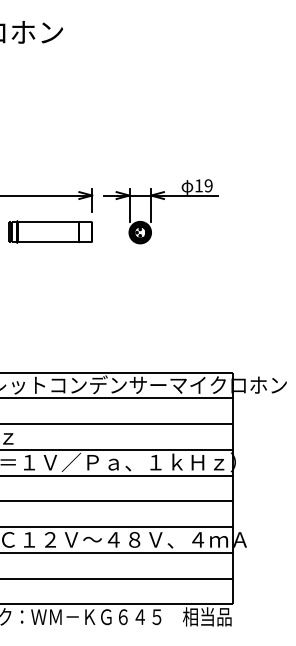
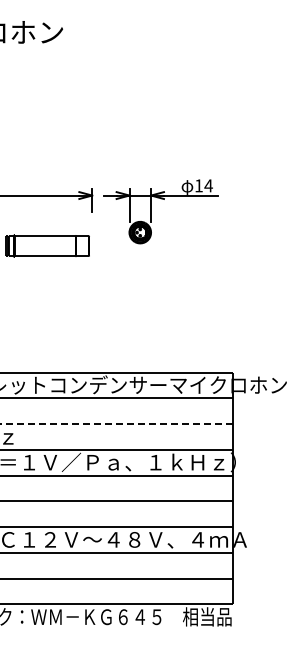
text at (208, 185): 19 -> 14
part at (50, 231) position: (50, 231) -> (47, 245)
line at (115, 424): solid -> dashed
